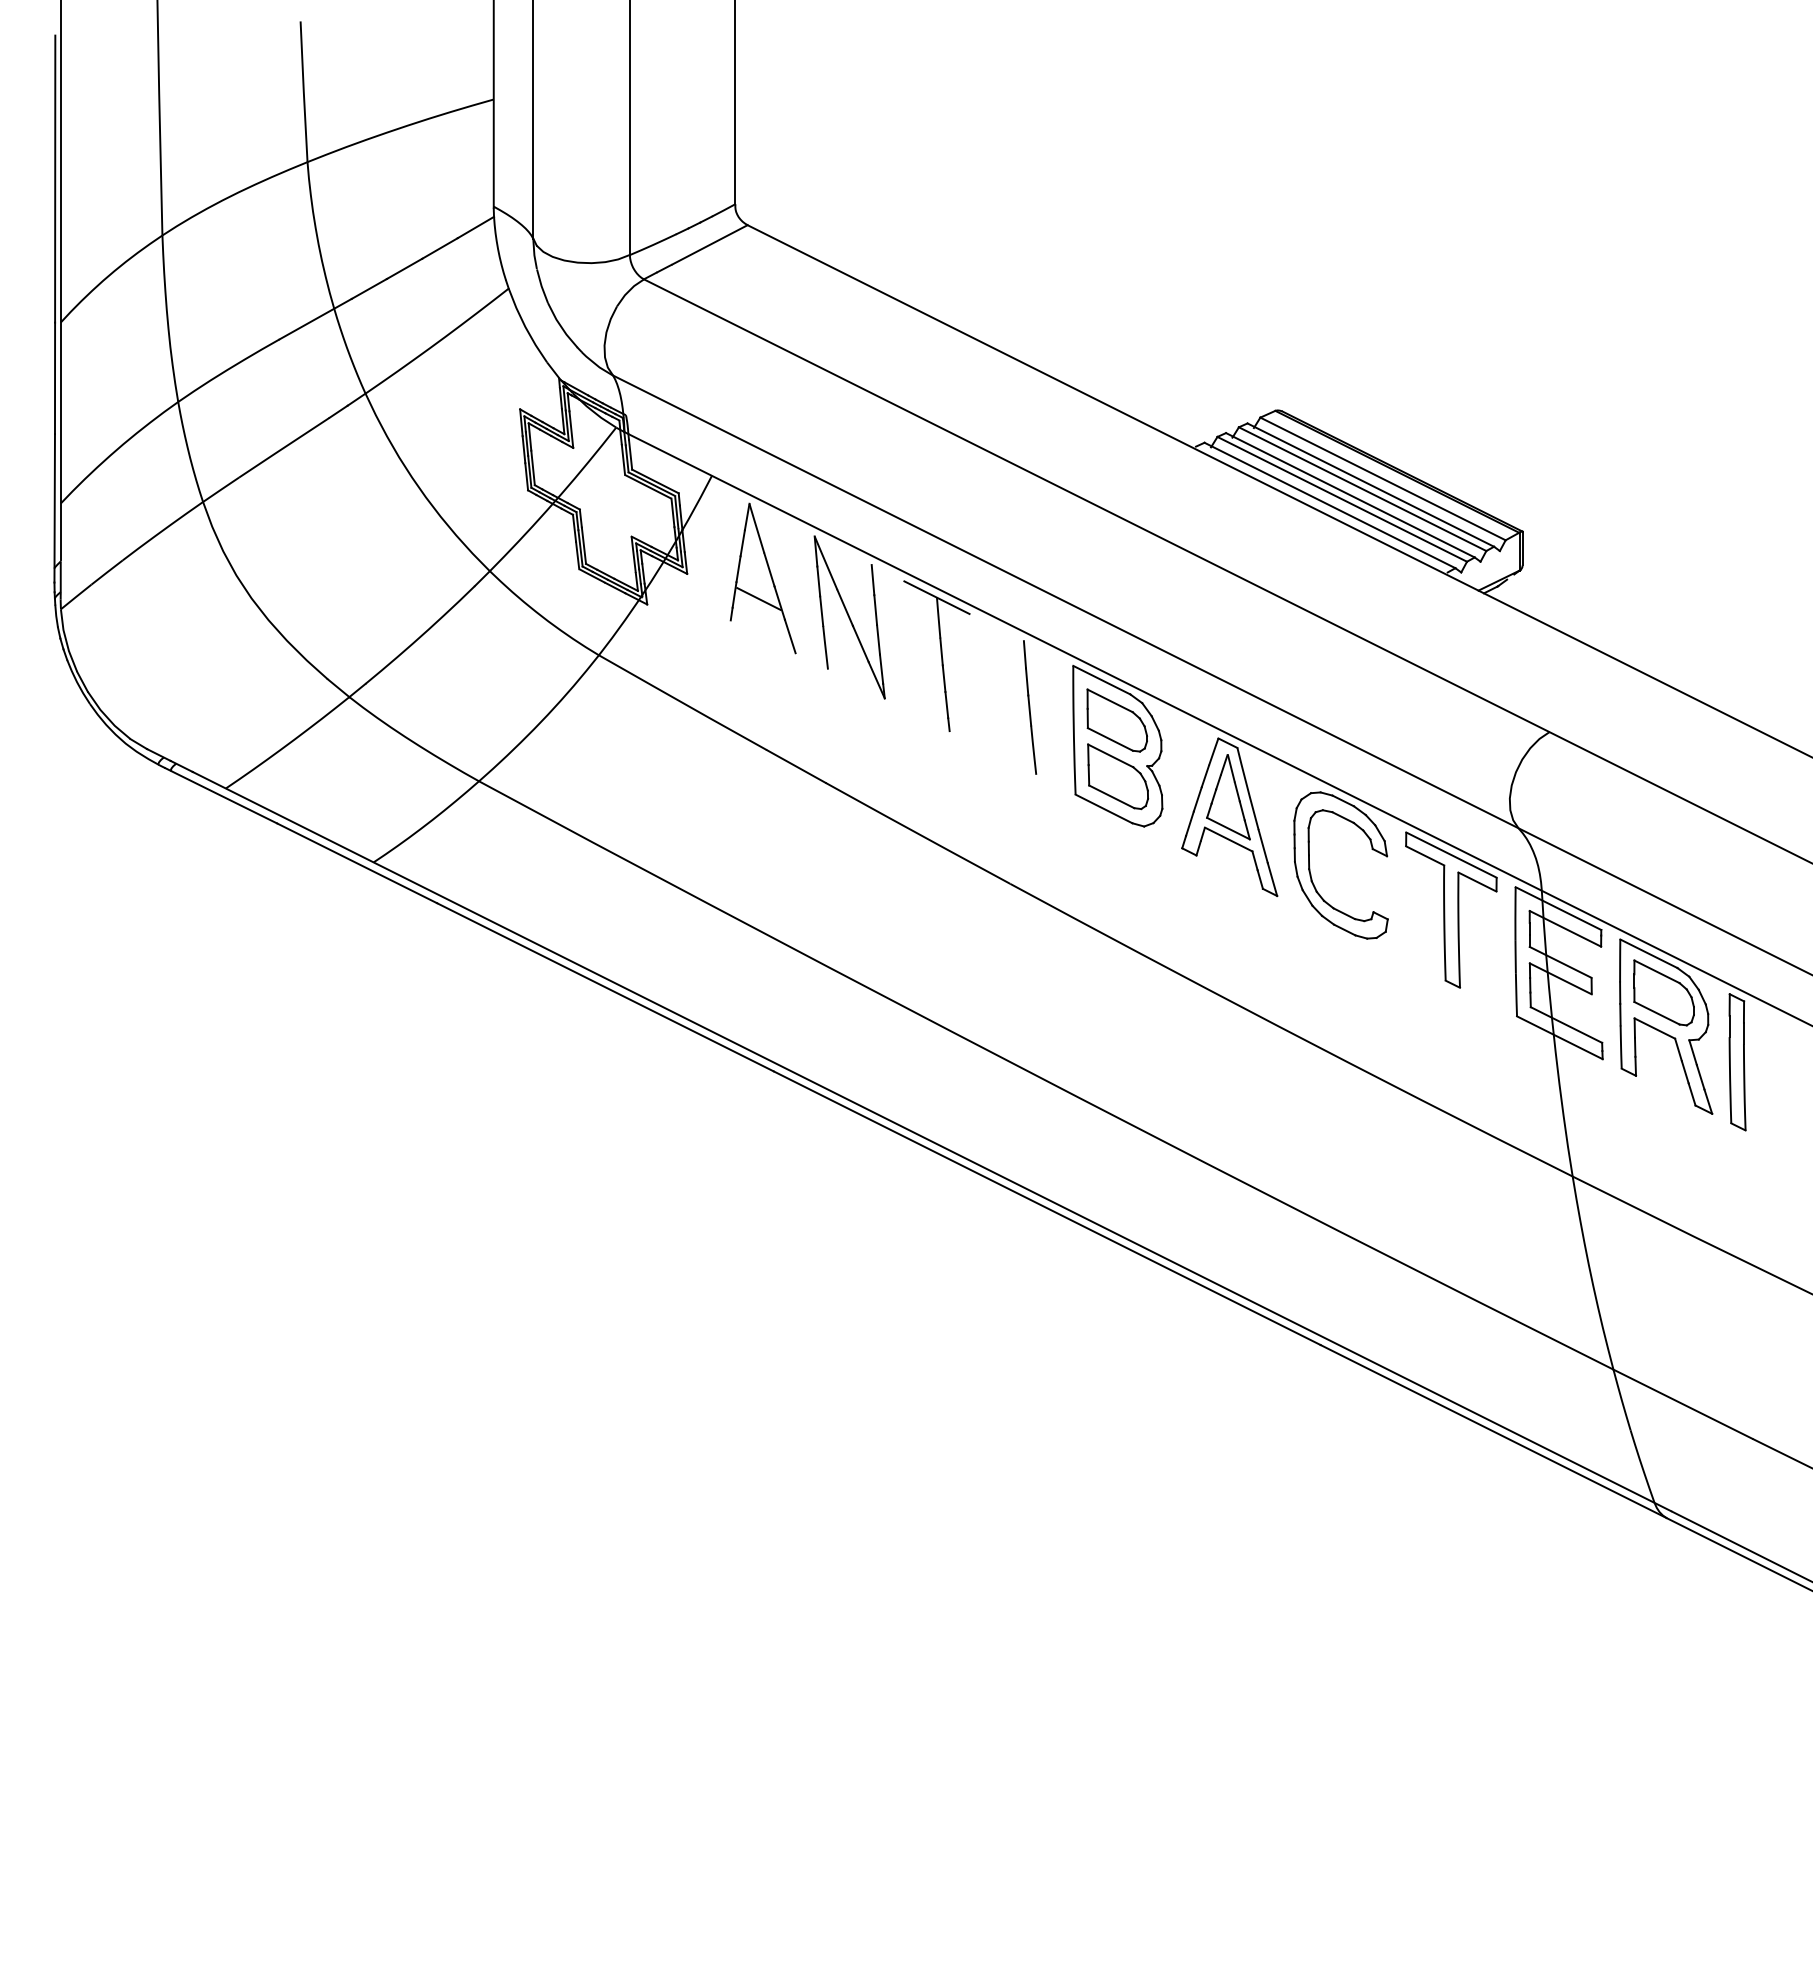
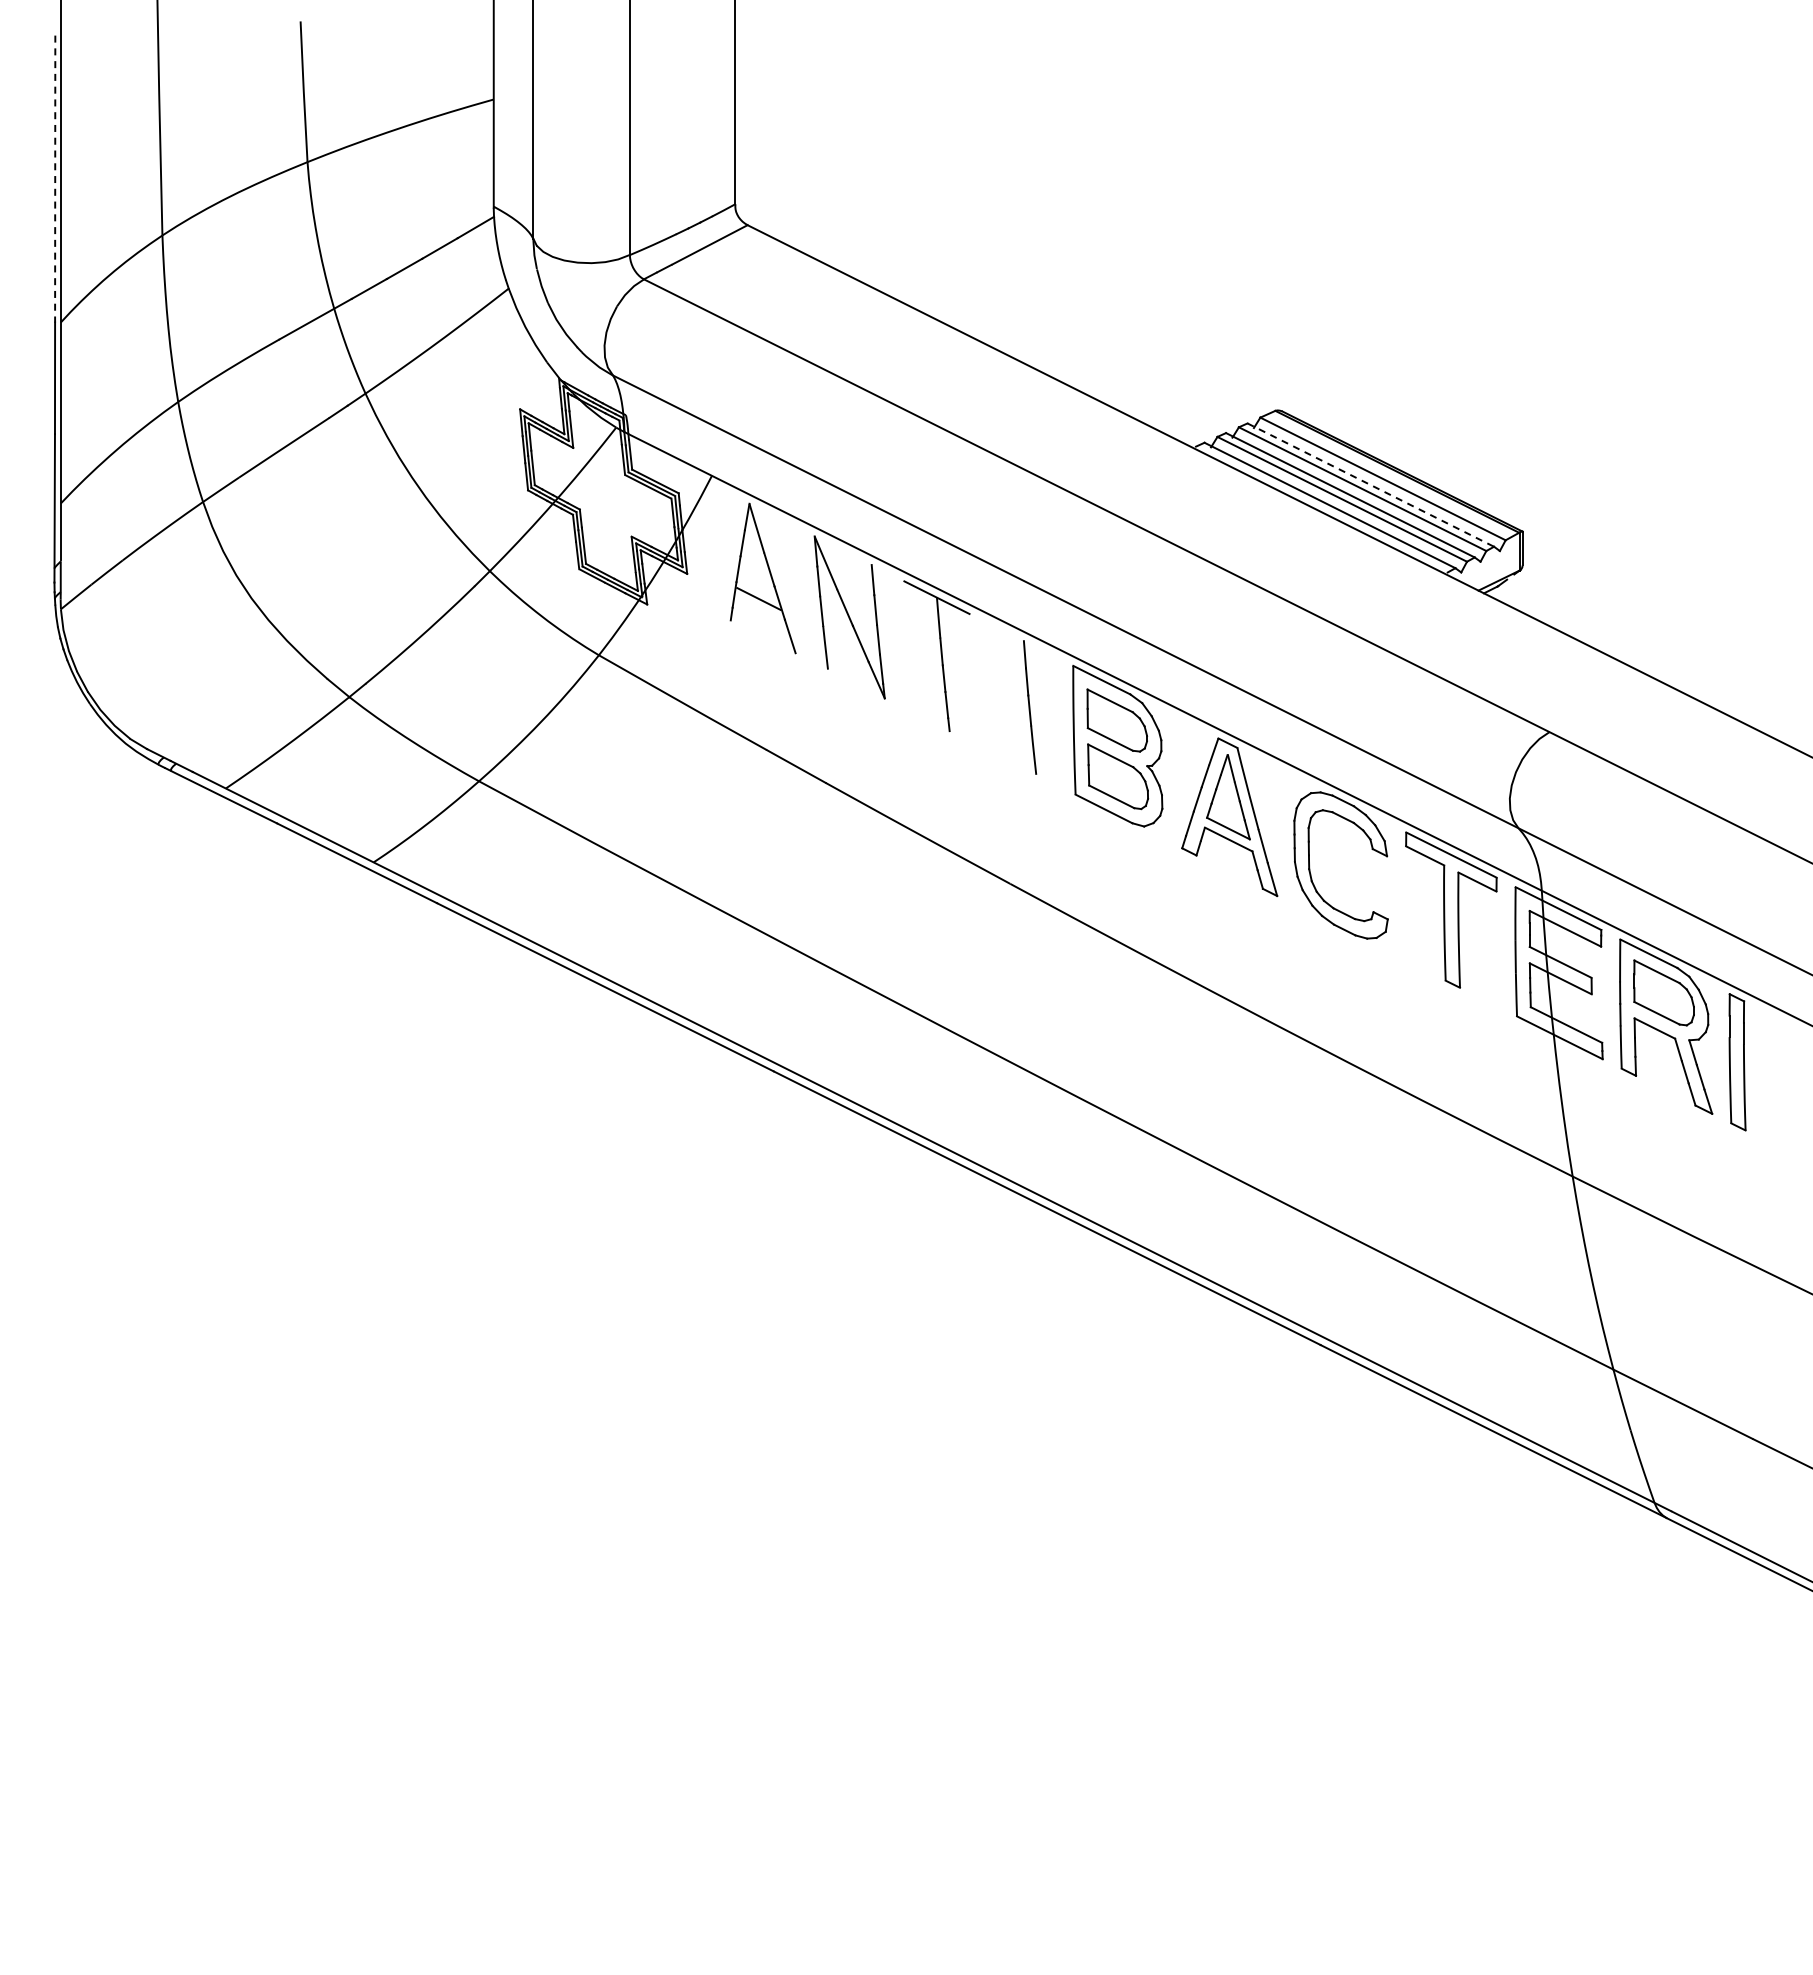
line at (55, 179): solid -> dashed
line at (1370, 485): solid -> dashed
